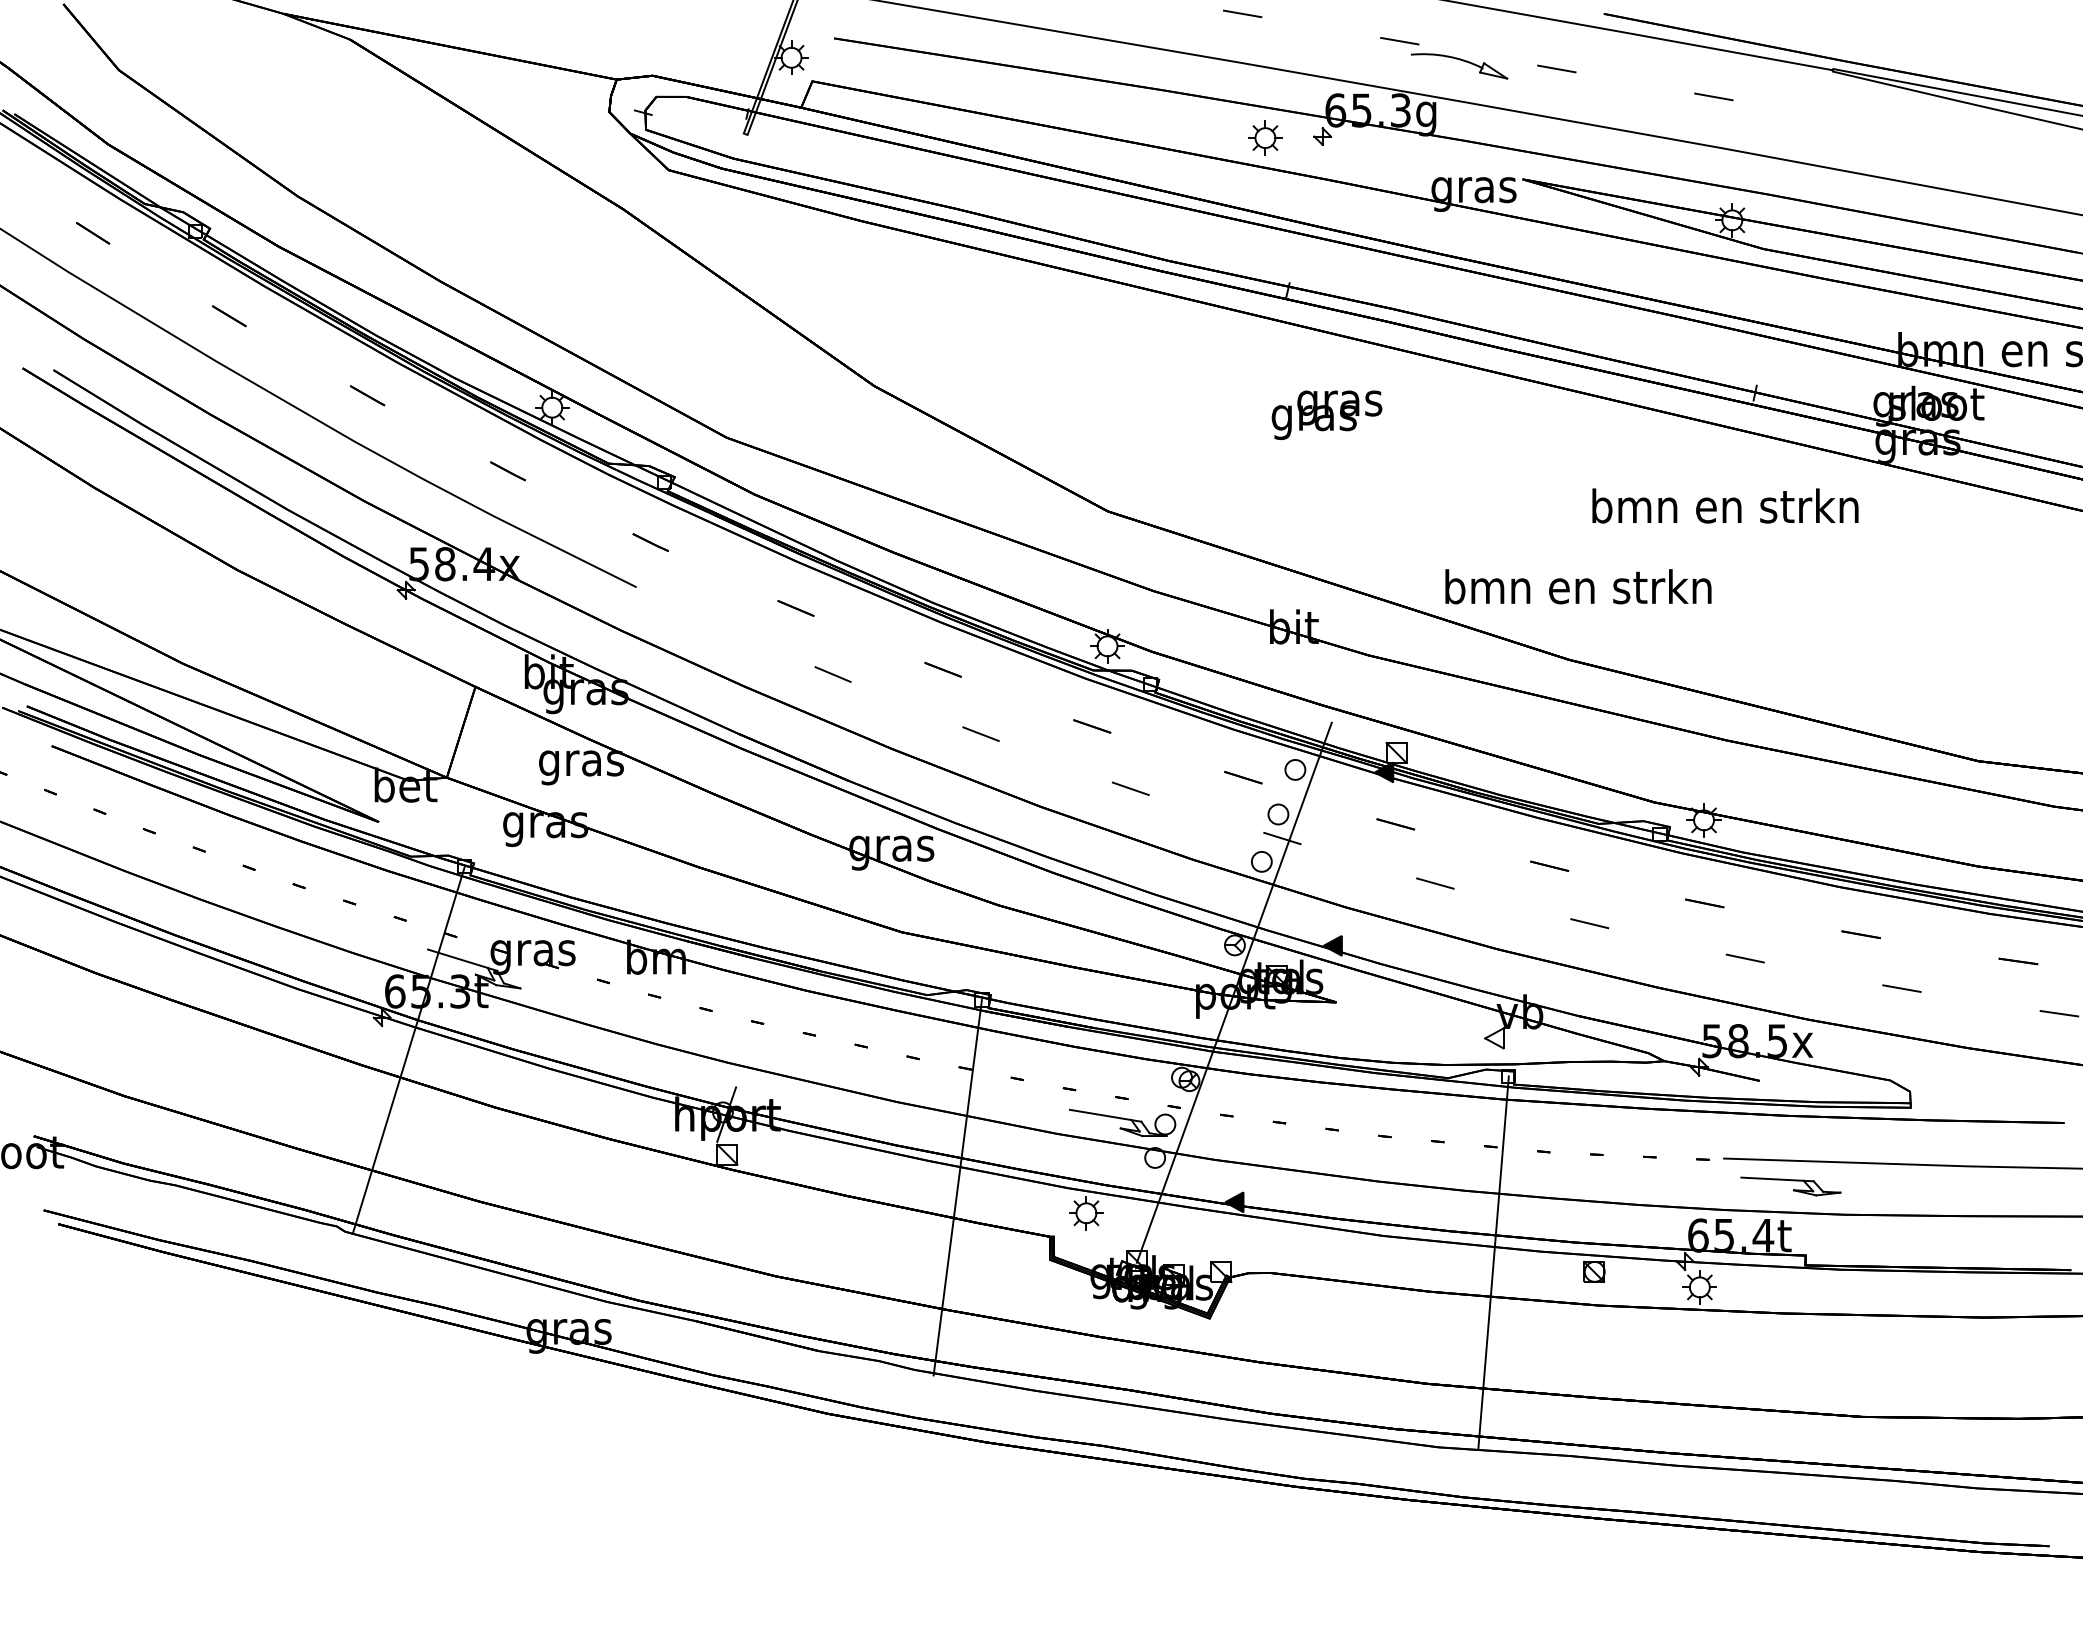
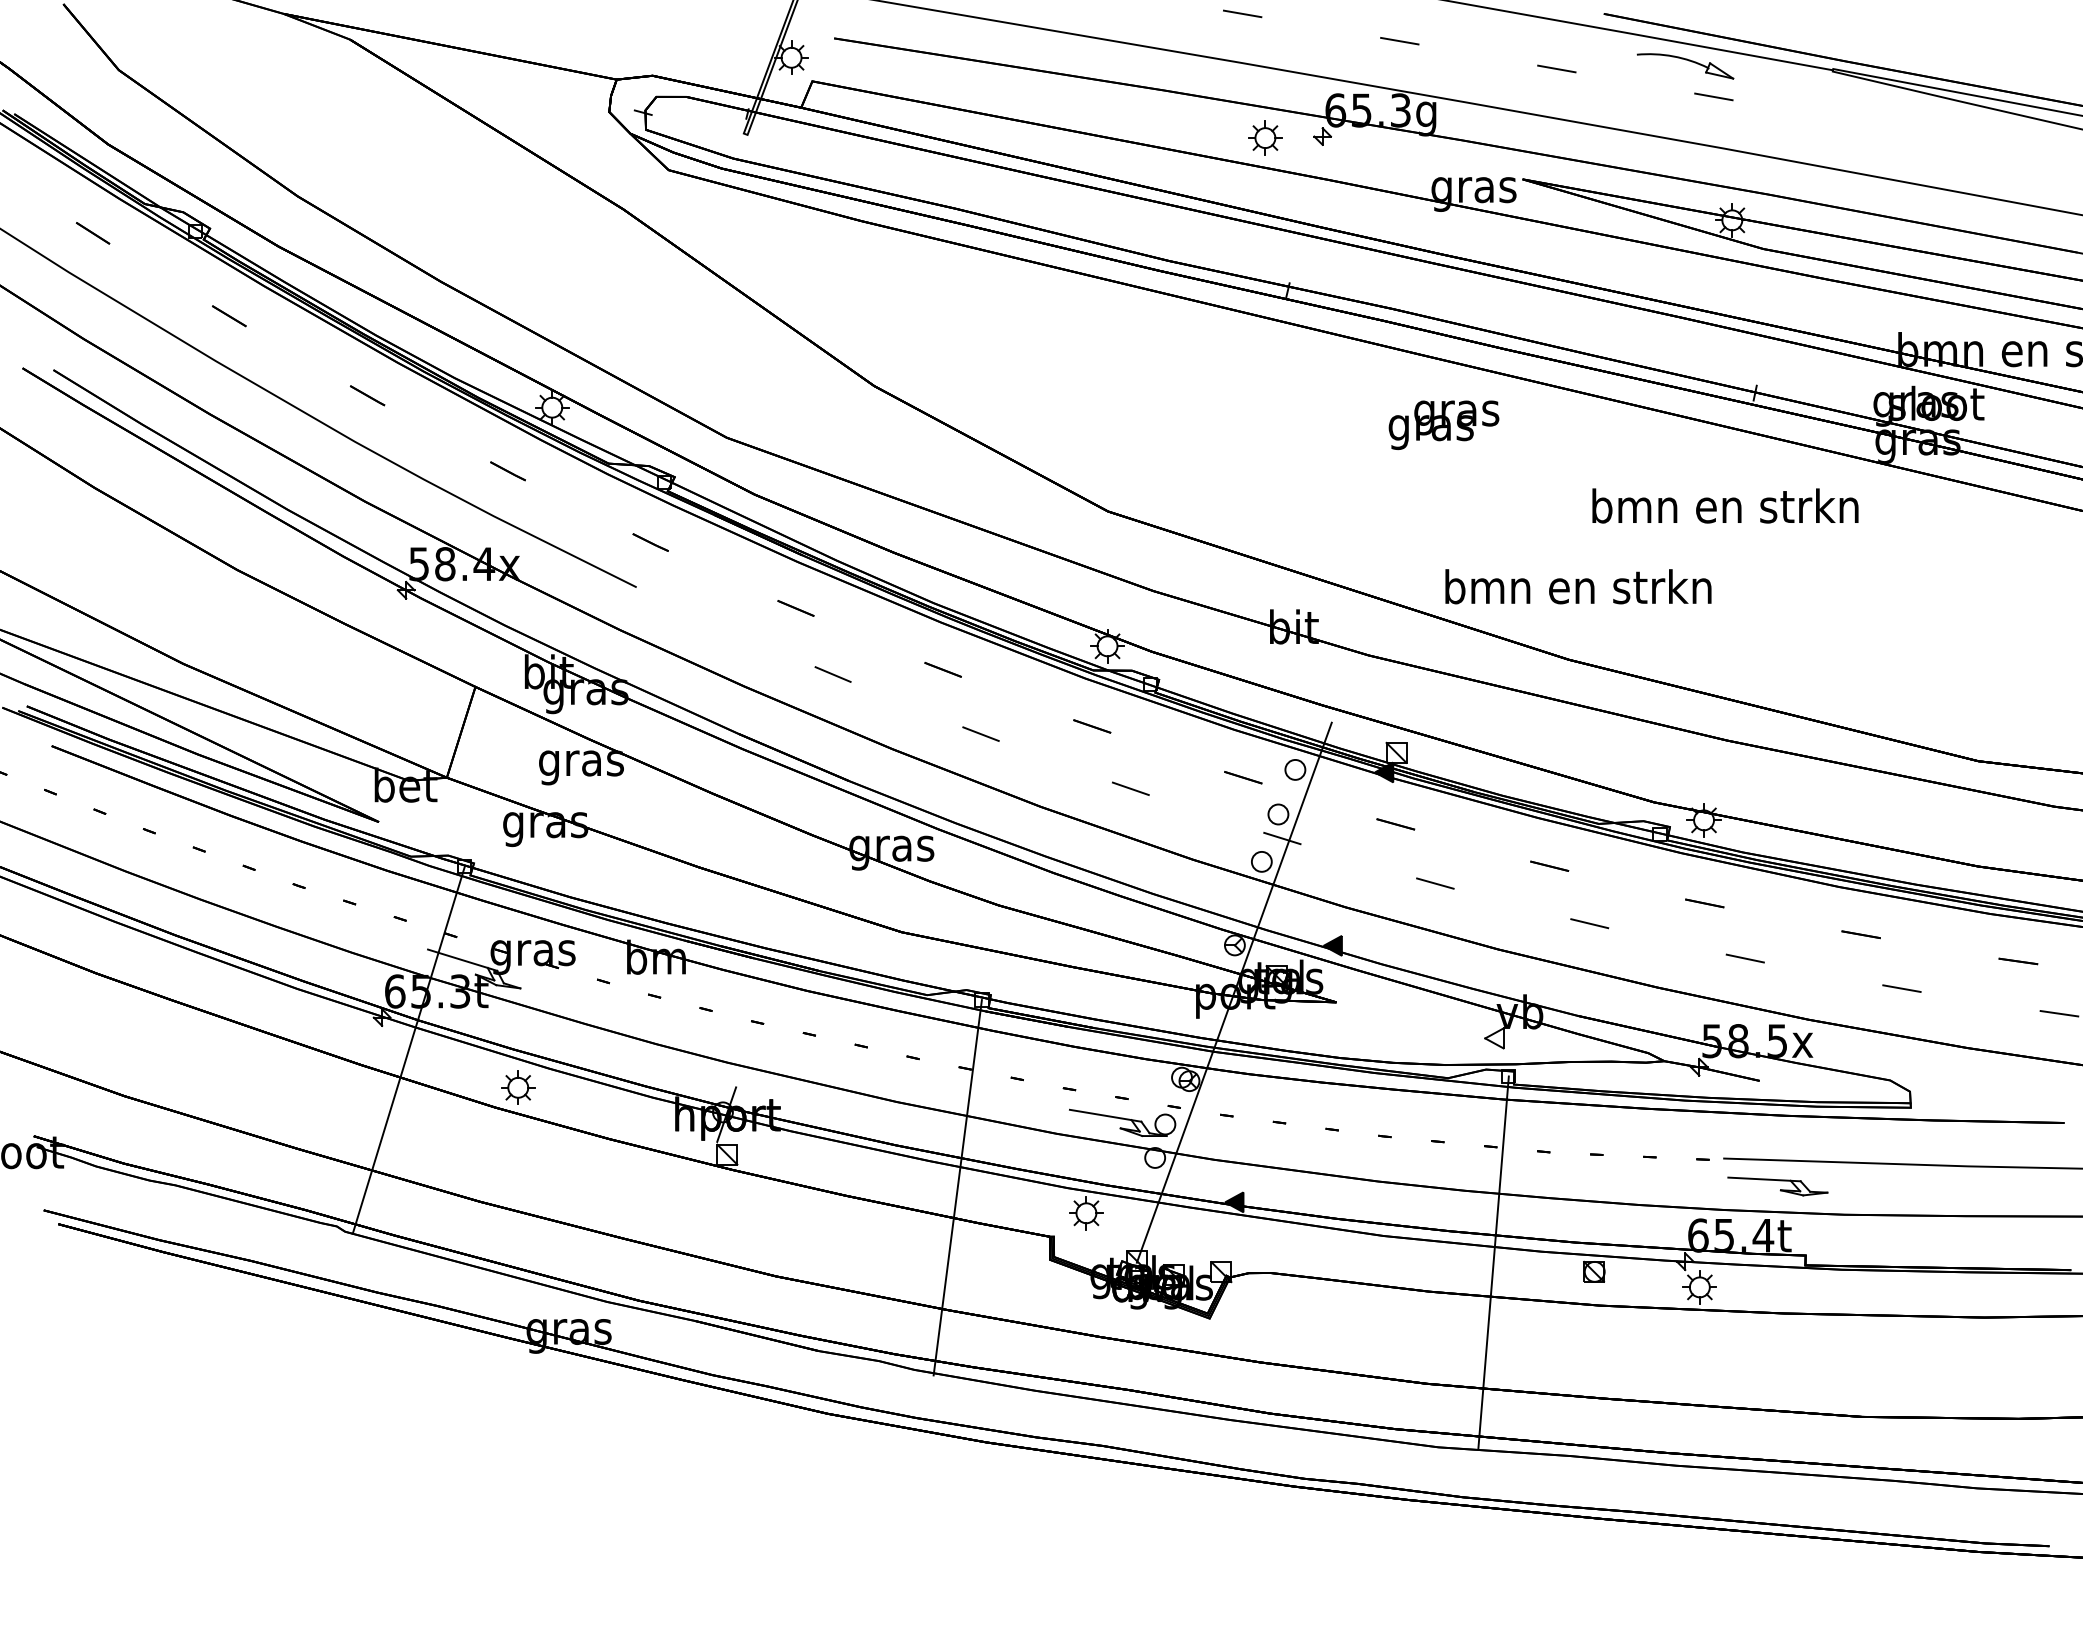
part at (1459, 66) position: (1459, 66) -> (1685, 66)
text at (1326, 414) position: (1326, 414) -> (1443, 424)
part at (518, 1087): none -> present
part at (1790, 1186) position: (1790, 1186) -> (1777, 1186)
